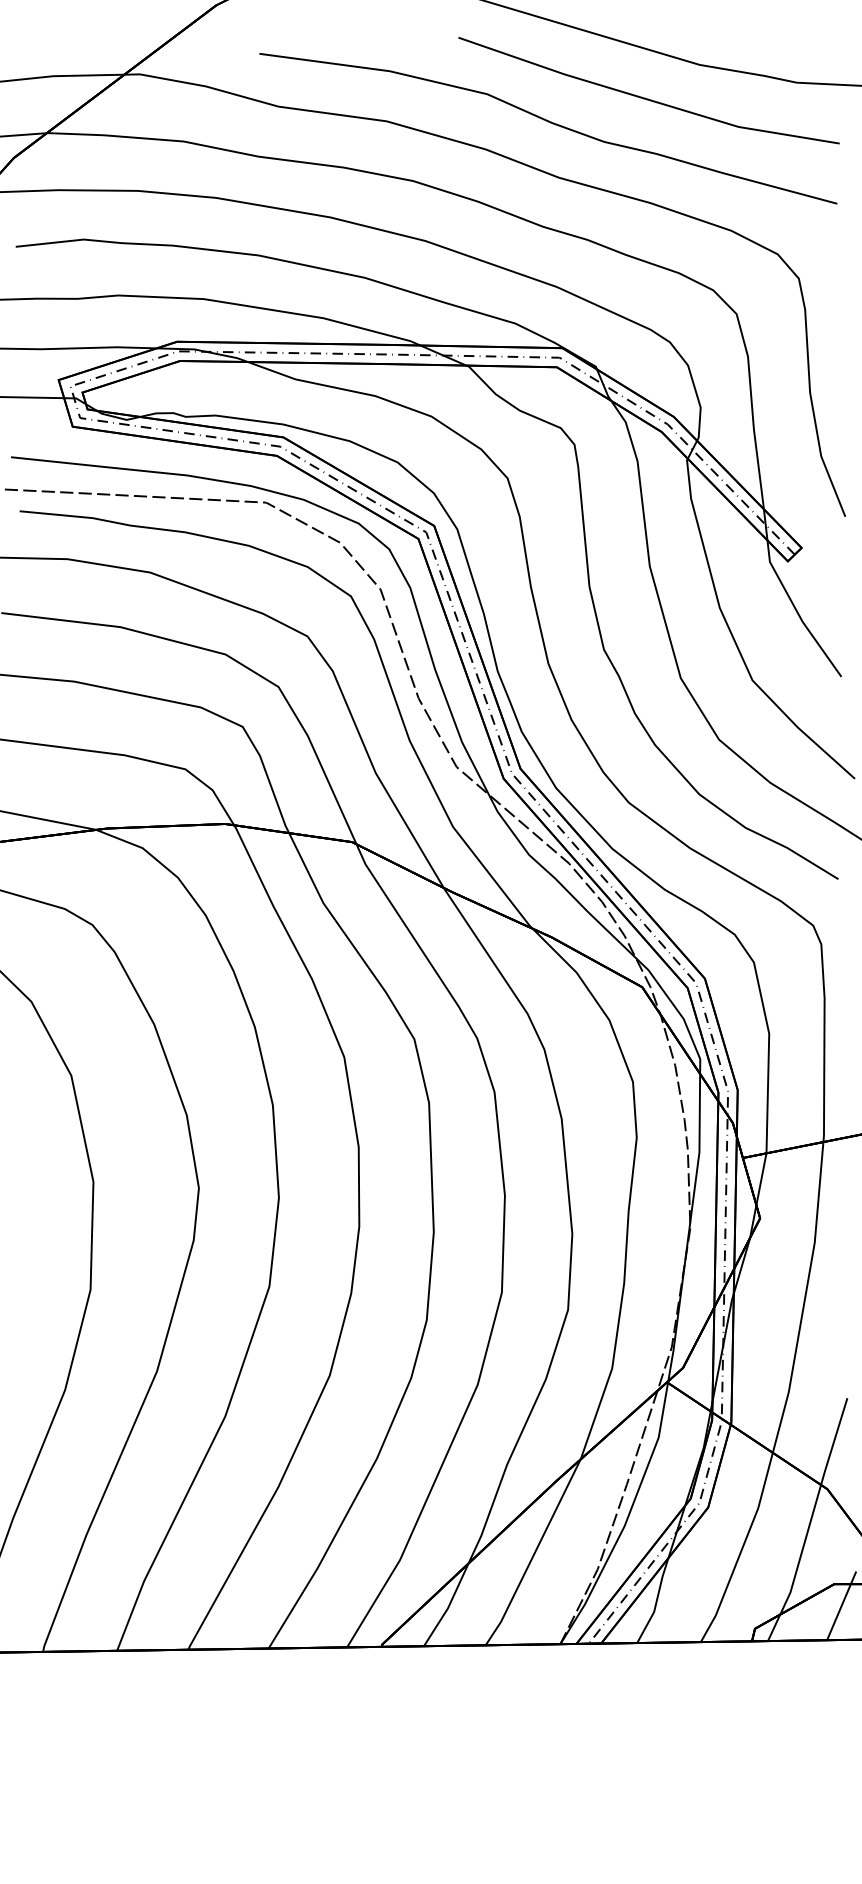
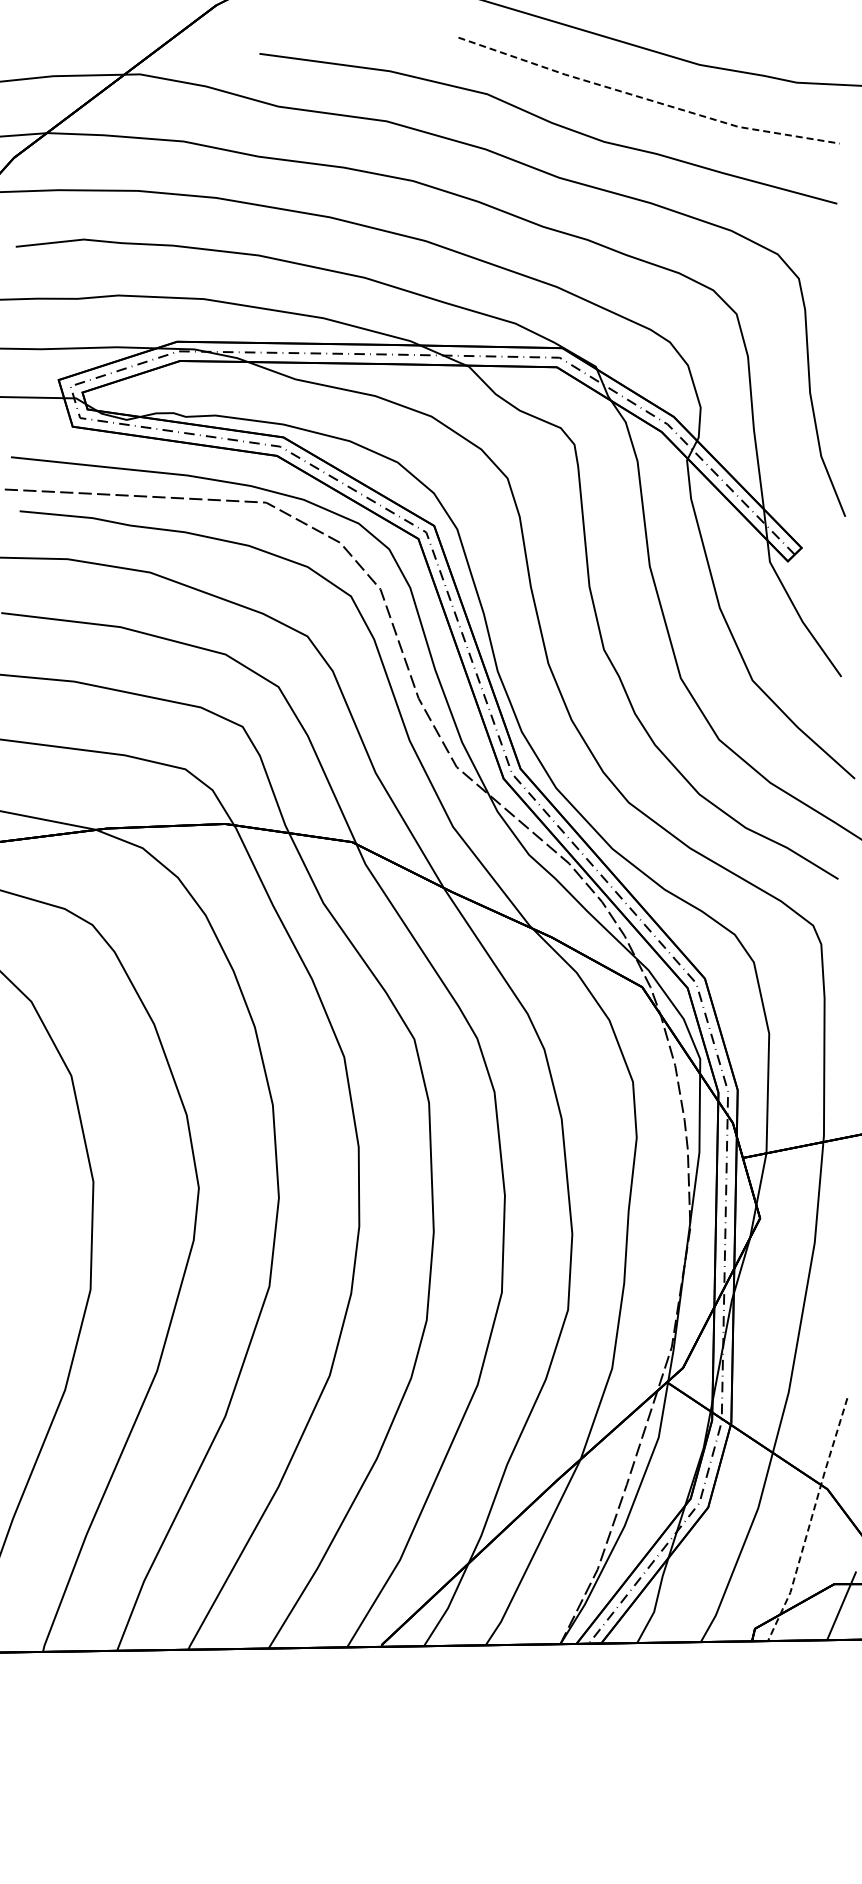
line at (647, 99): solid -> dashed
line at (810, 1521): solid -> dashed
